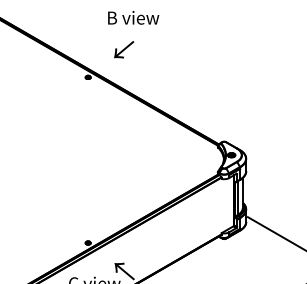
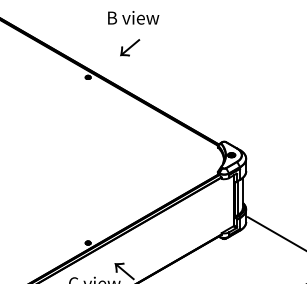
text at (124, 49) position: (124, 49) -> (130, 47)
